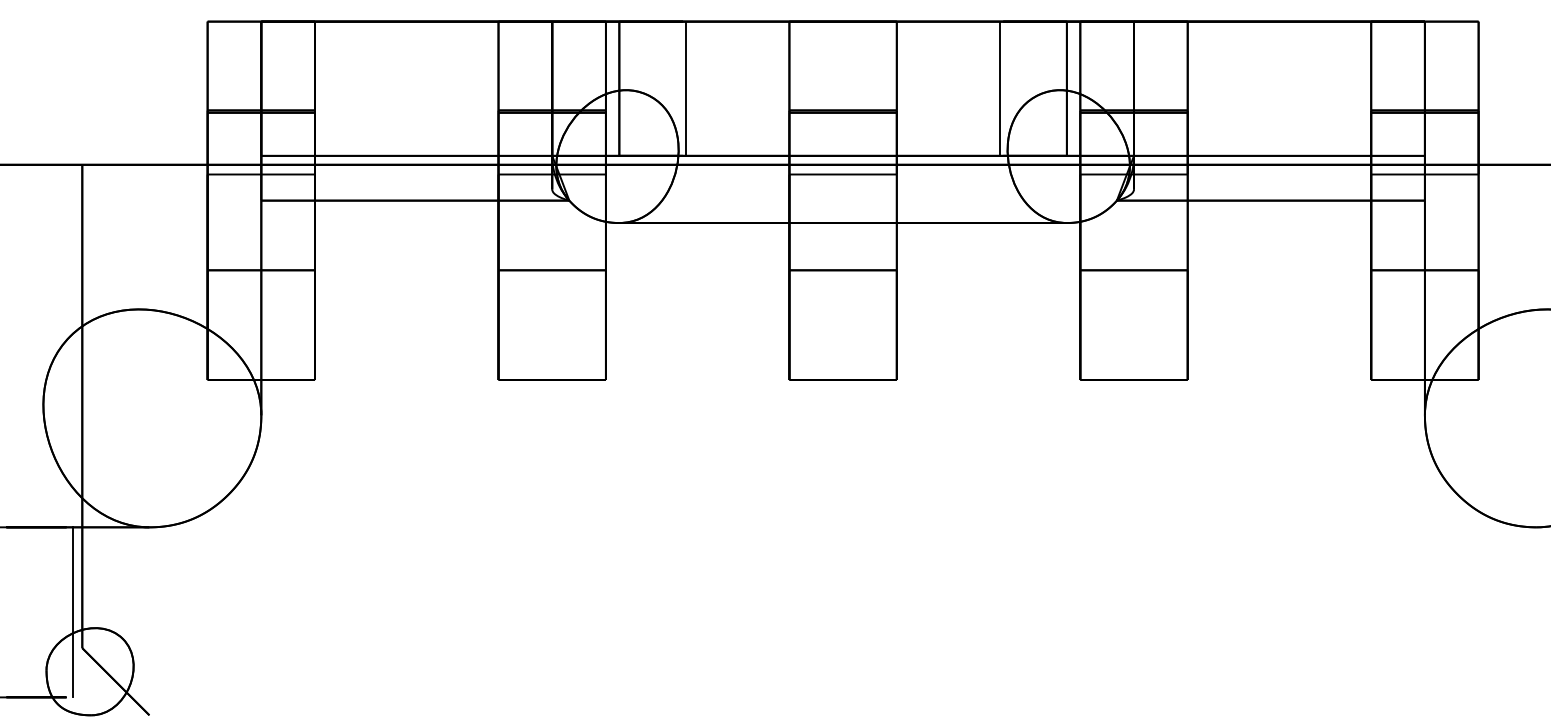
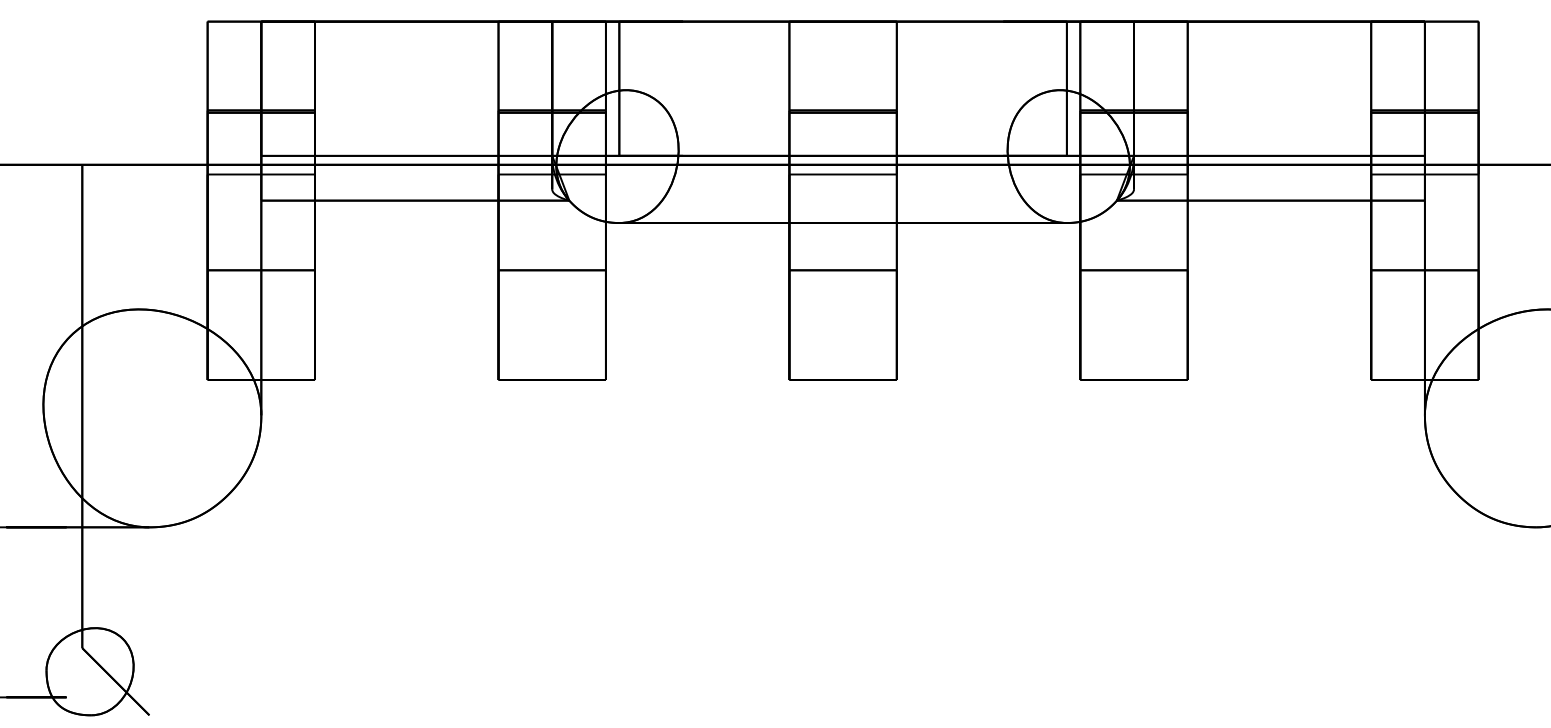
line at (686, 88): present -> none
line at (999, 88): present -> none
line at (73, 612): present -> none
